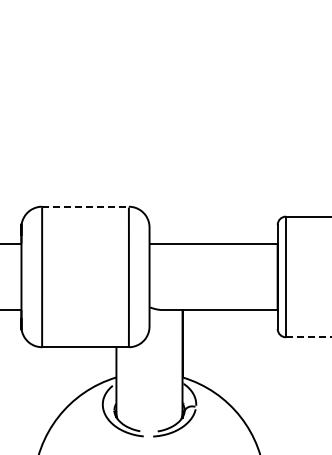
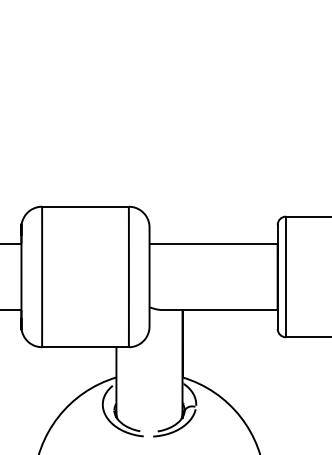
line at (86, 206): dashed -> solid
line at (308, 337): dashed -> solid
